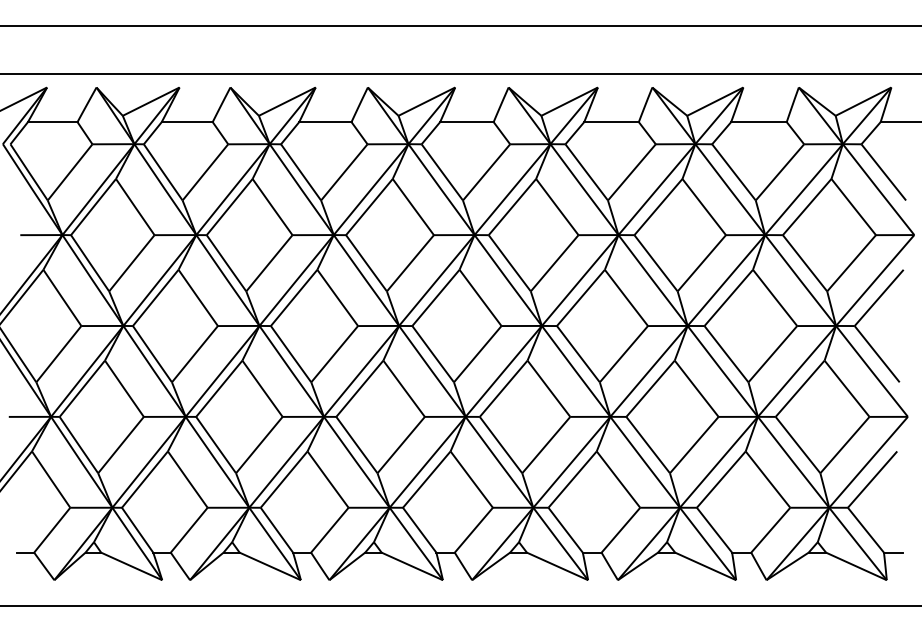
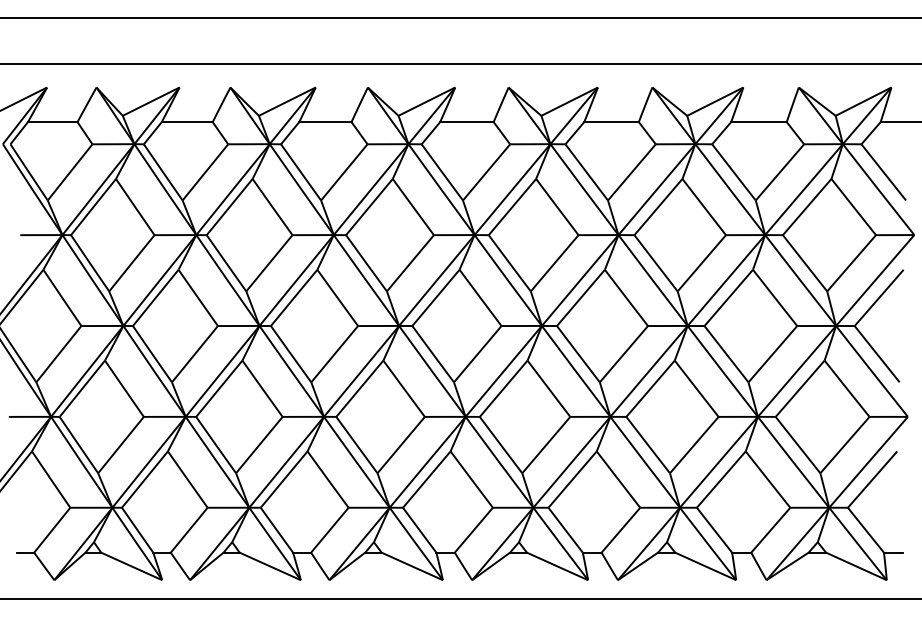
line at (460, 26) position: (460, 26) -> (460, 18)
line at (460, 74) position: (460, 74) -> (460, 64)
line at (460, 605) position: (460, 605) -> (460, 598)
